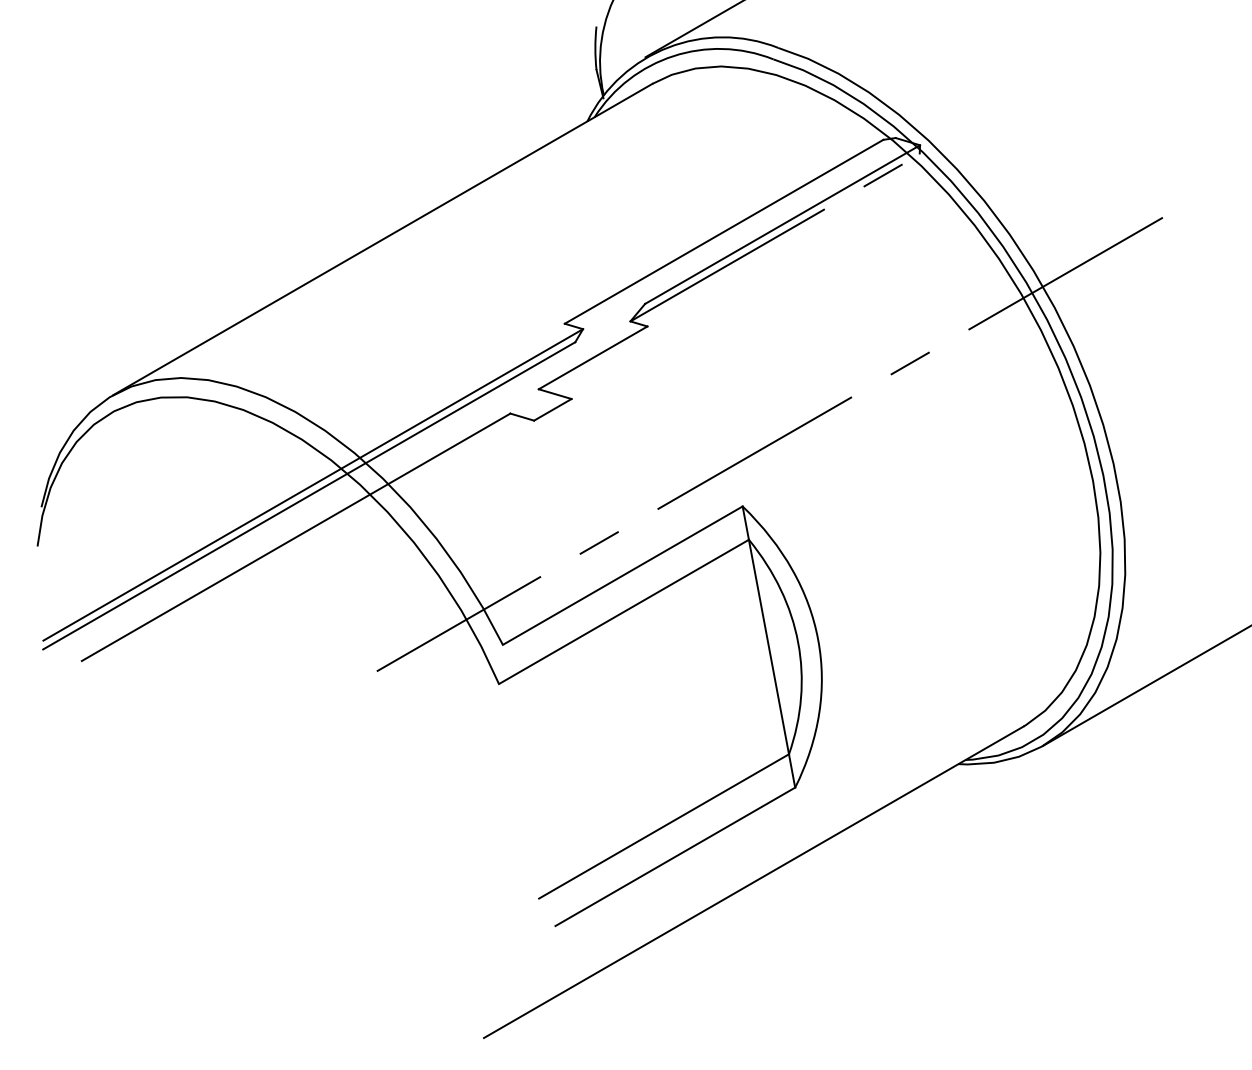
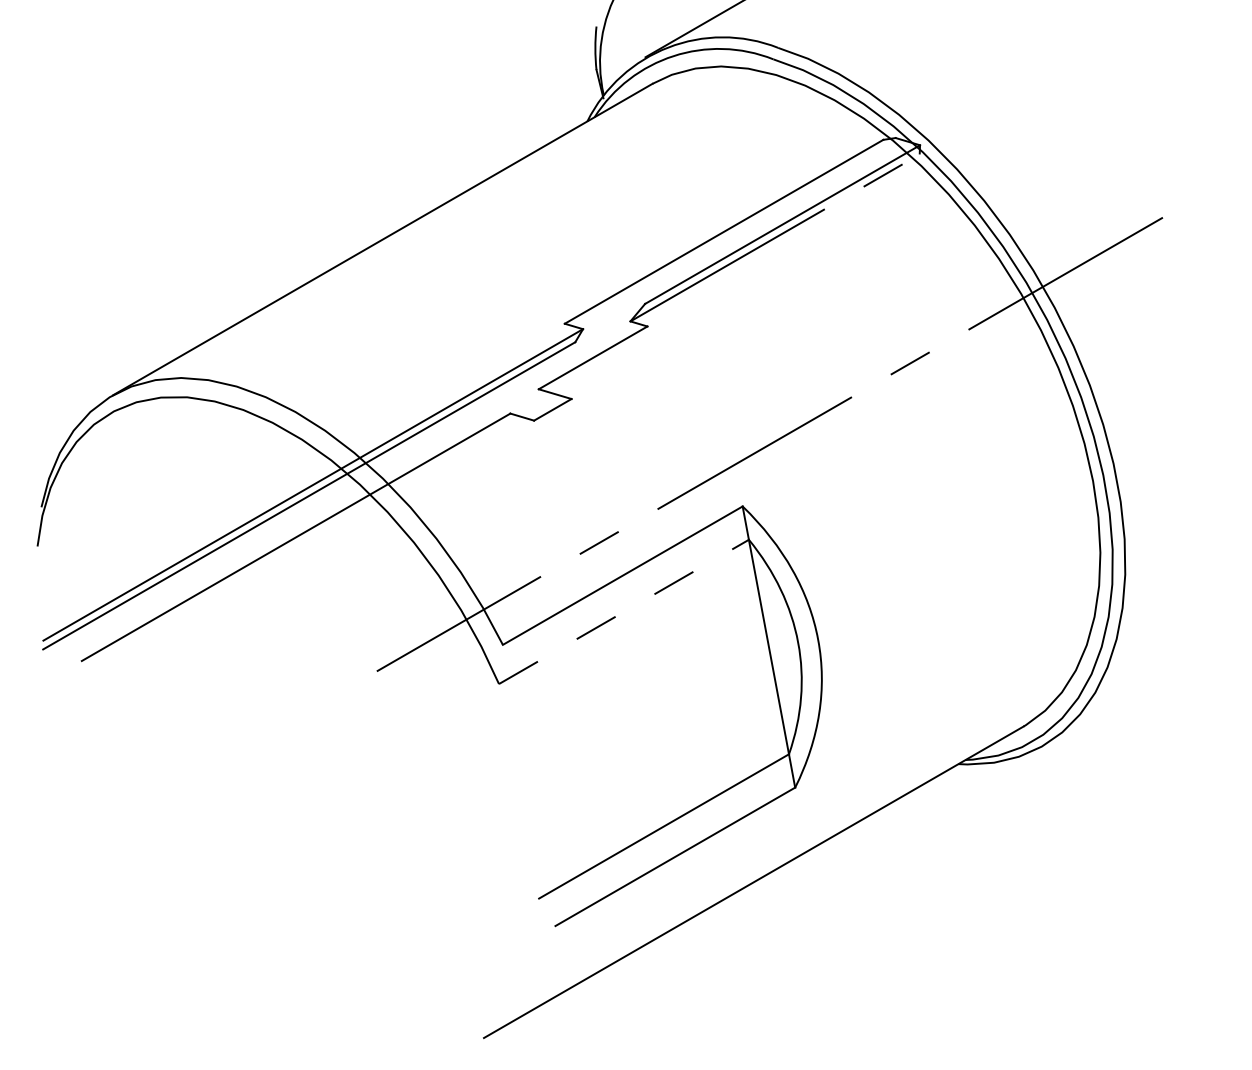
line at (624, 611): solid -> dashed
line at (1145, 686): present -> none
